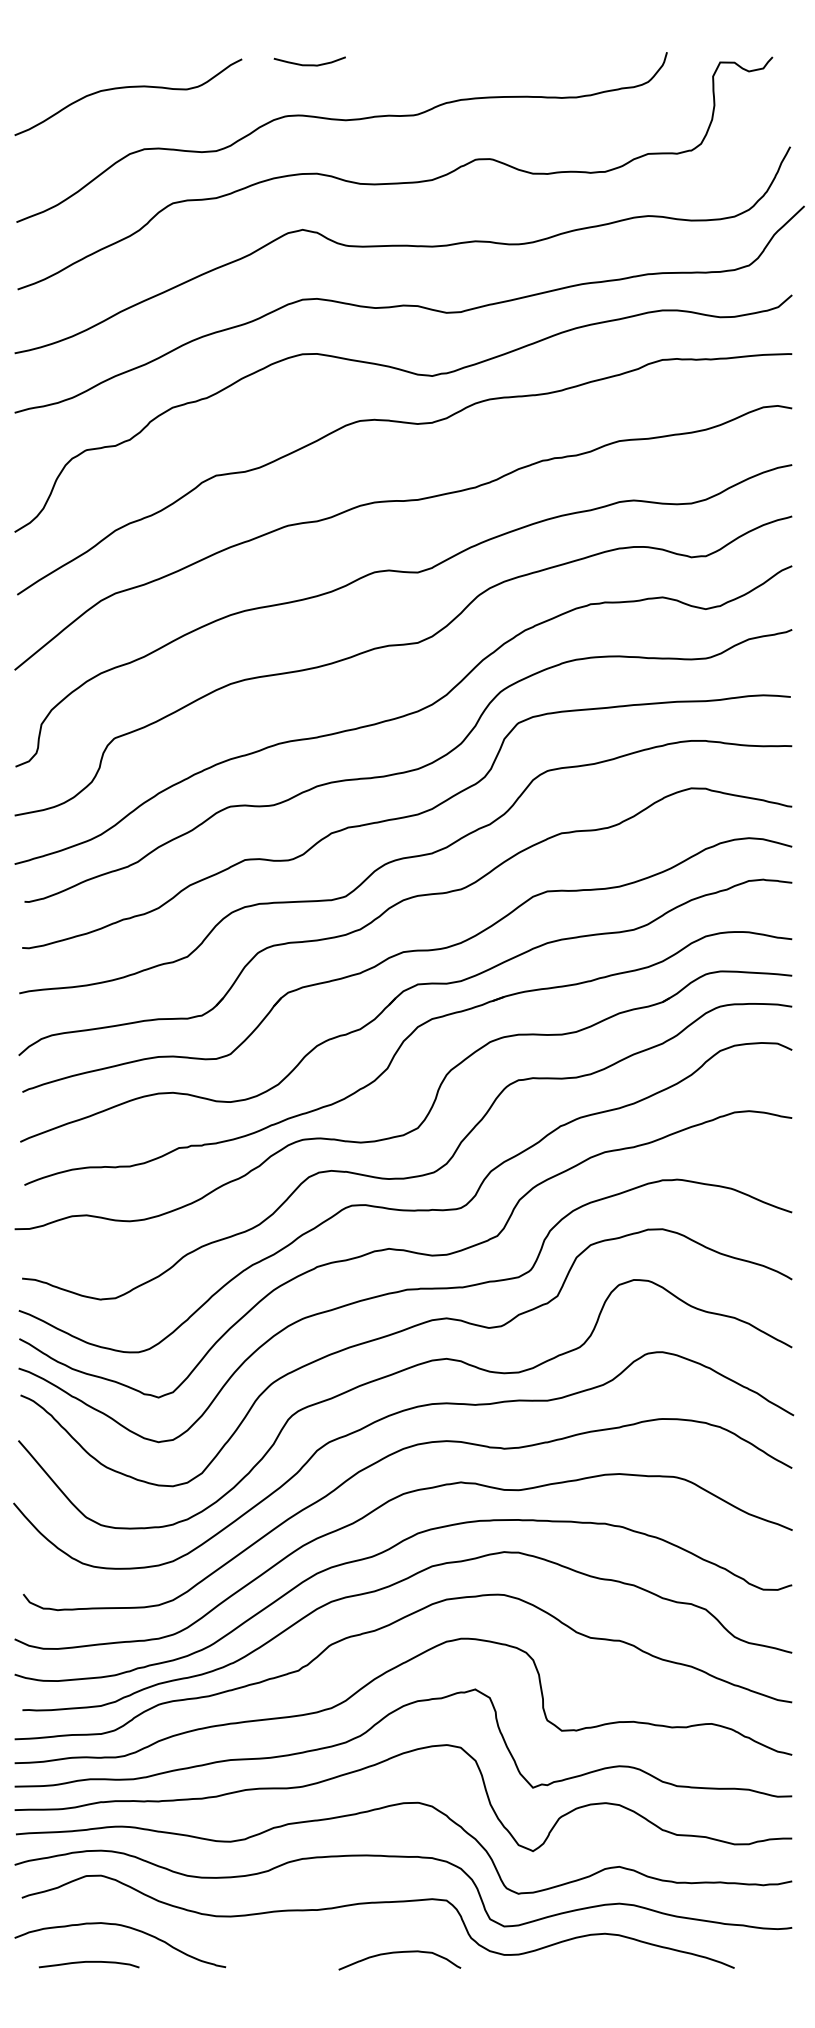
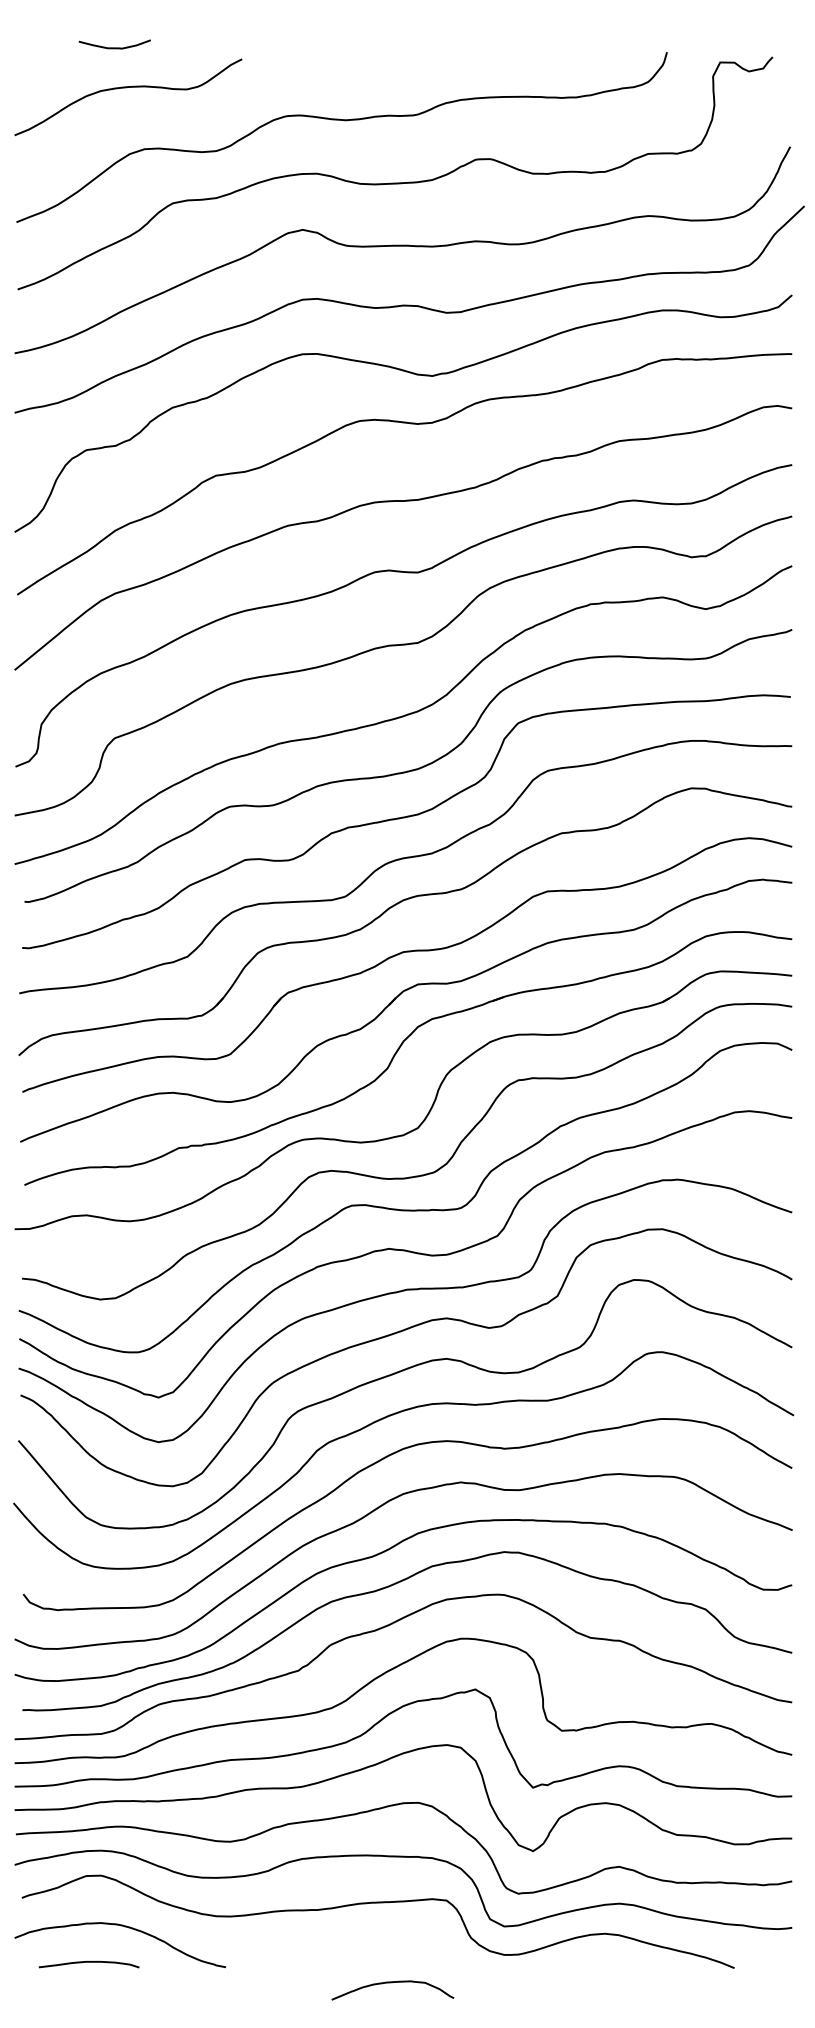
curve at (309, 64) position: (309, 64) -> (114, 47)
curve at (399, 1953) position: (399, 1953) -> (392, 1983)
